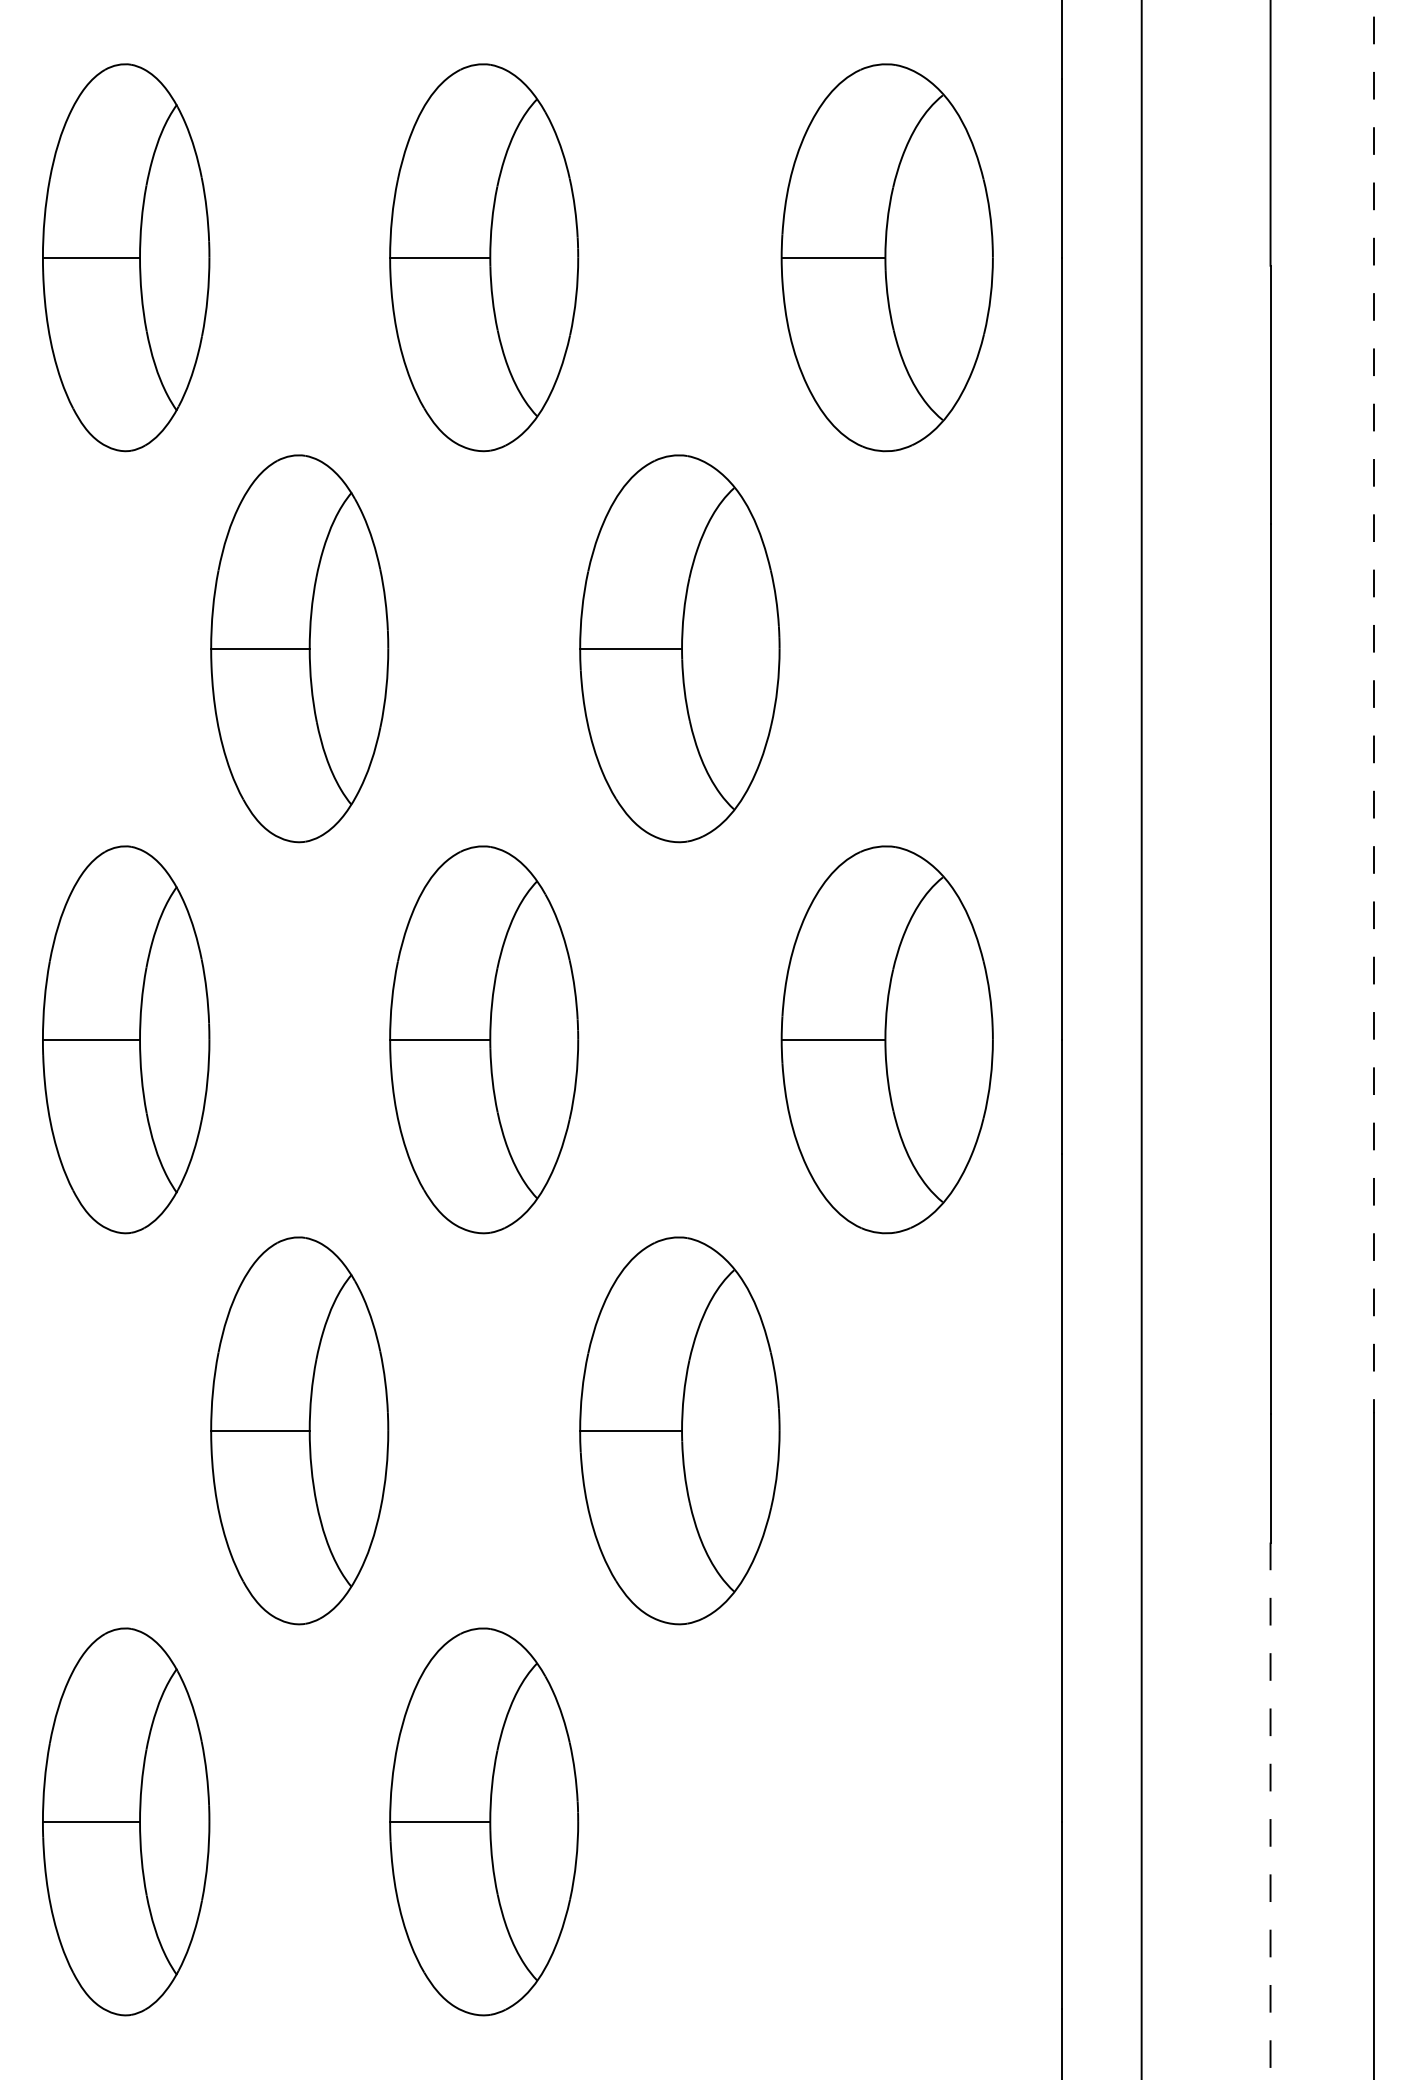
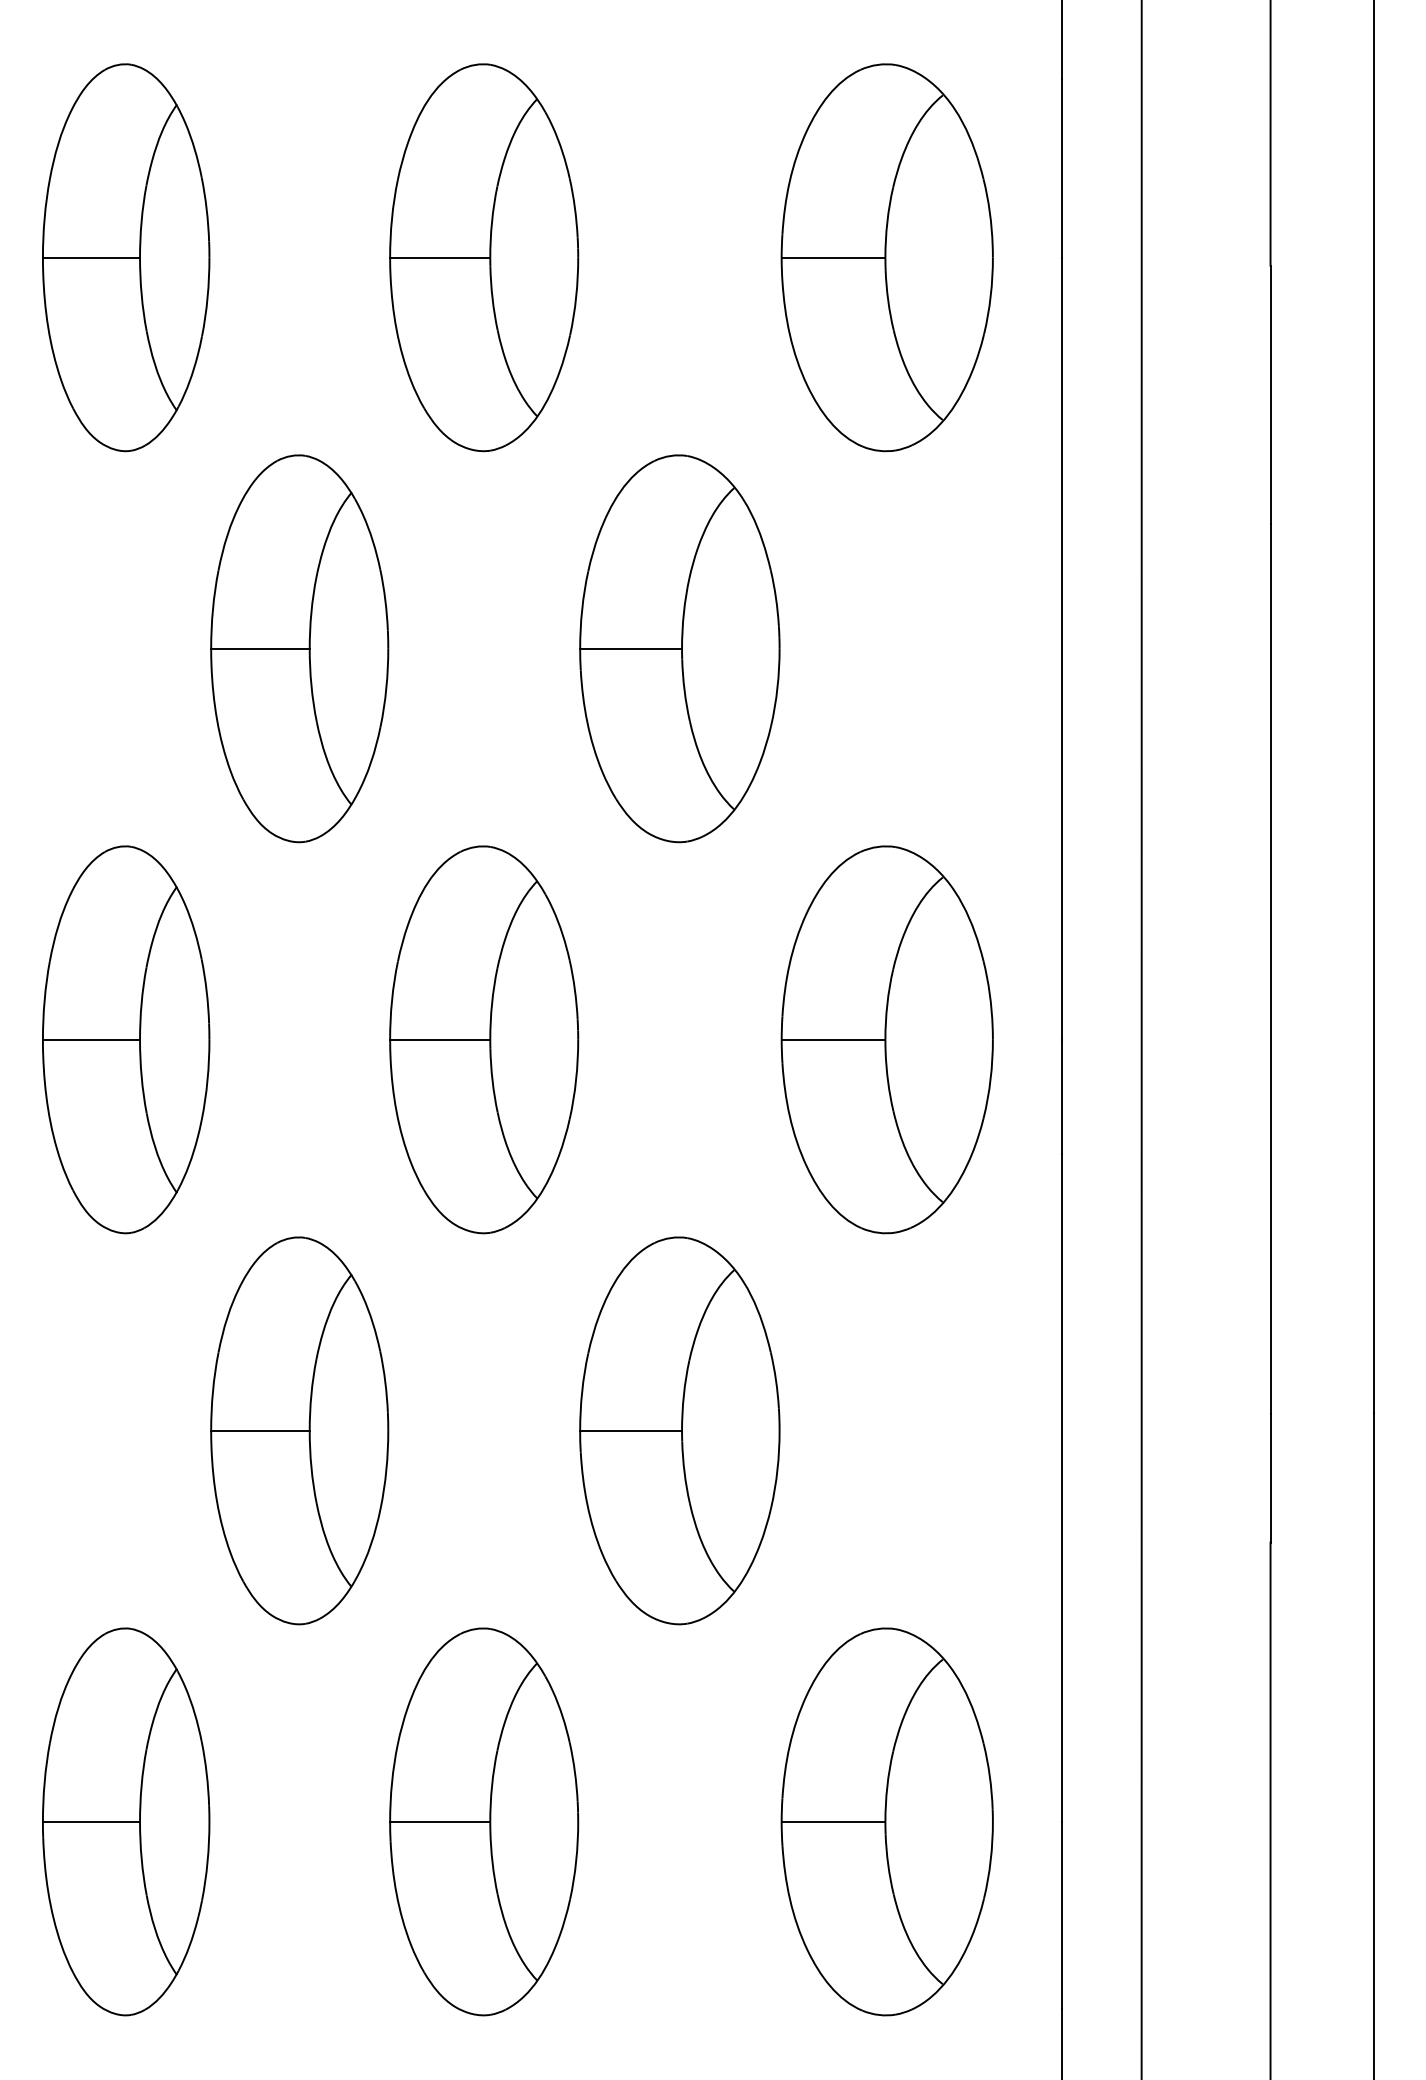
line at (1373, 707): dashed -> solid
line at (1270, 1811): dashed -> solid
part at (886, 1821): none -> present
